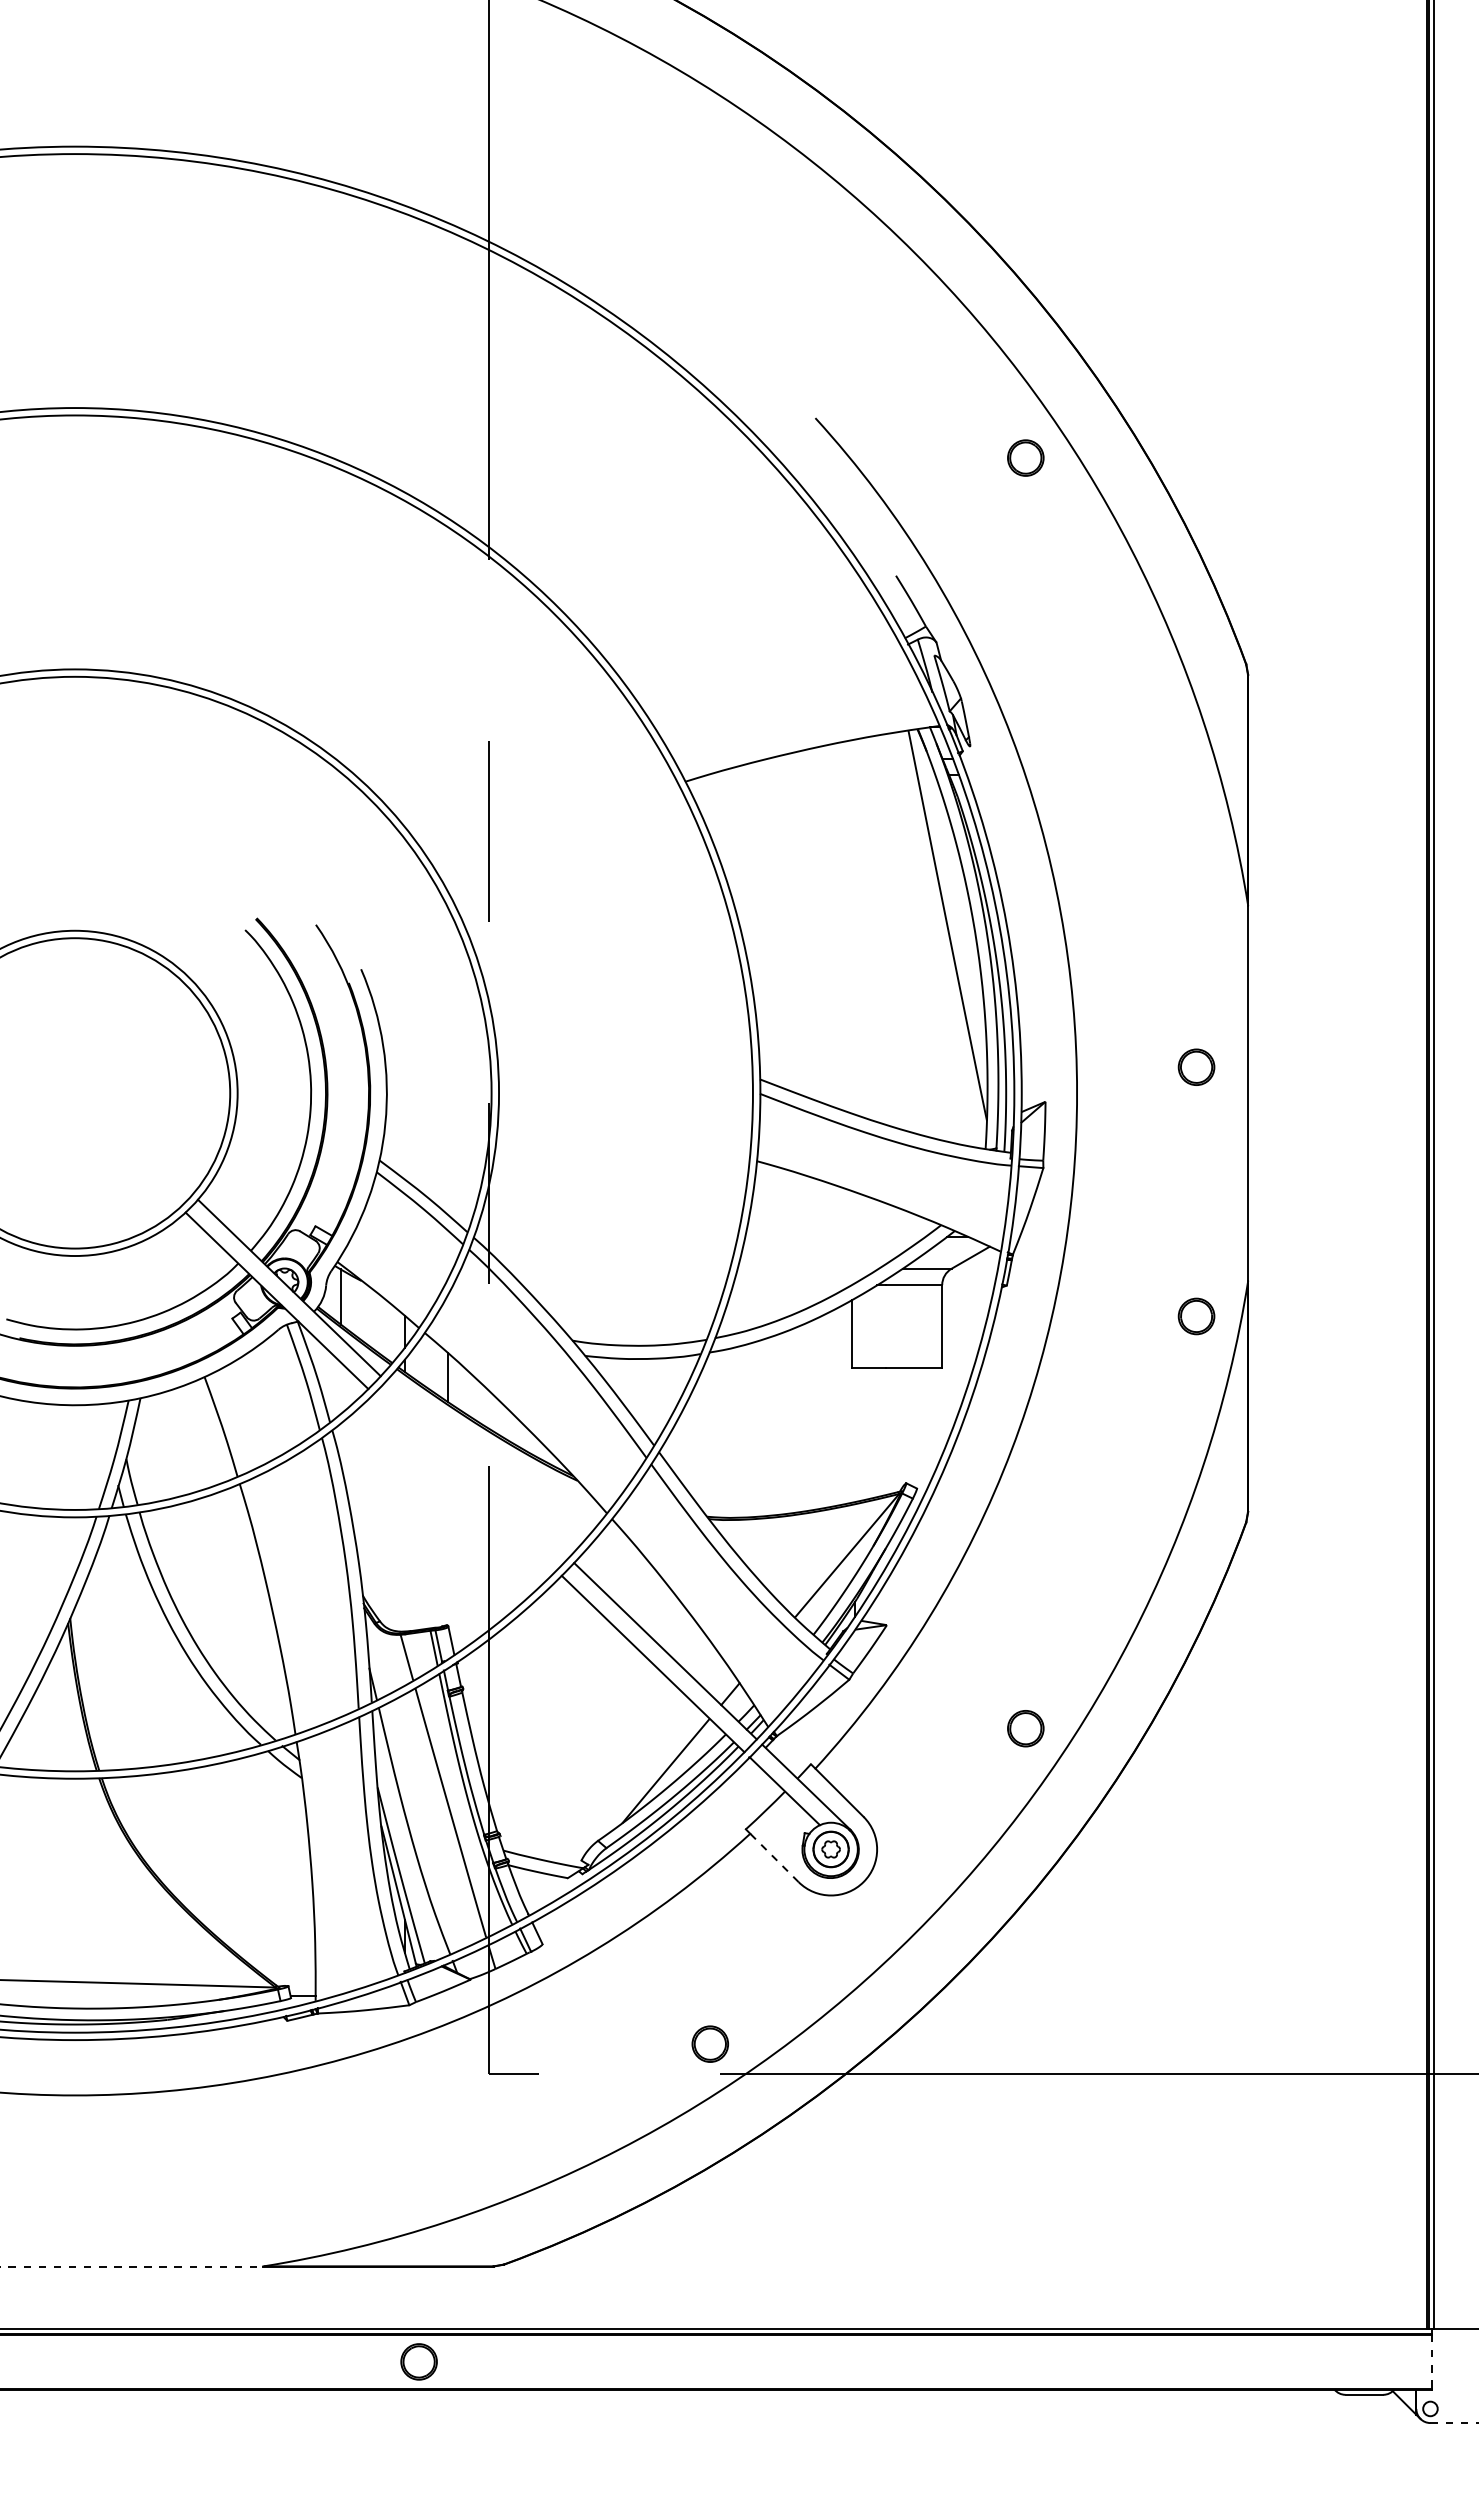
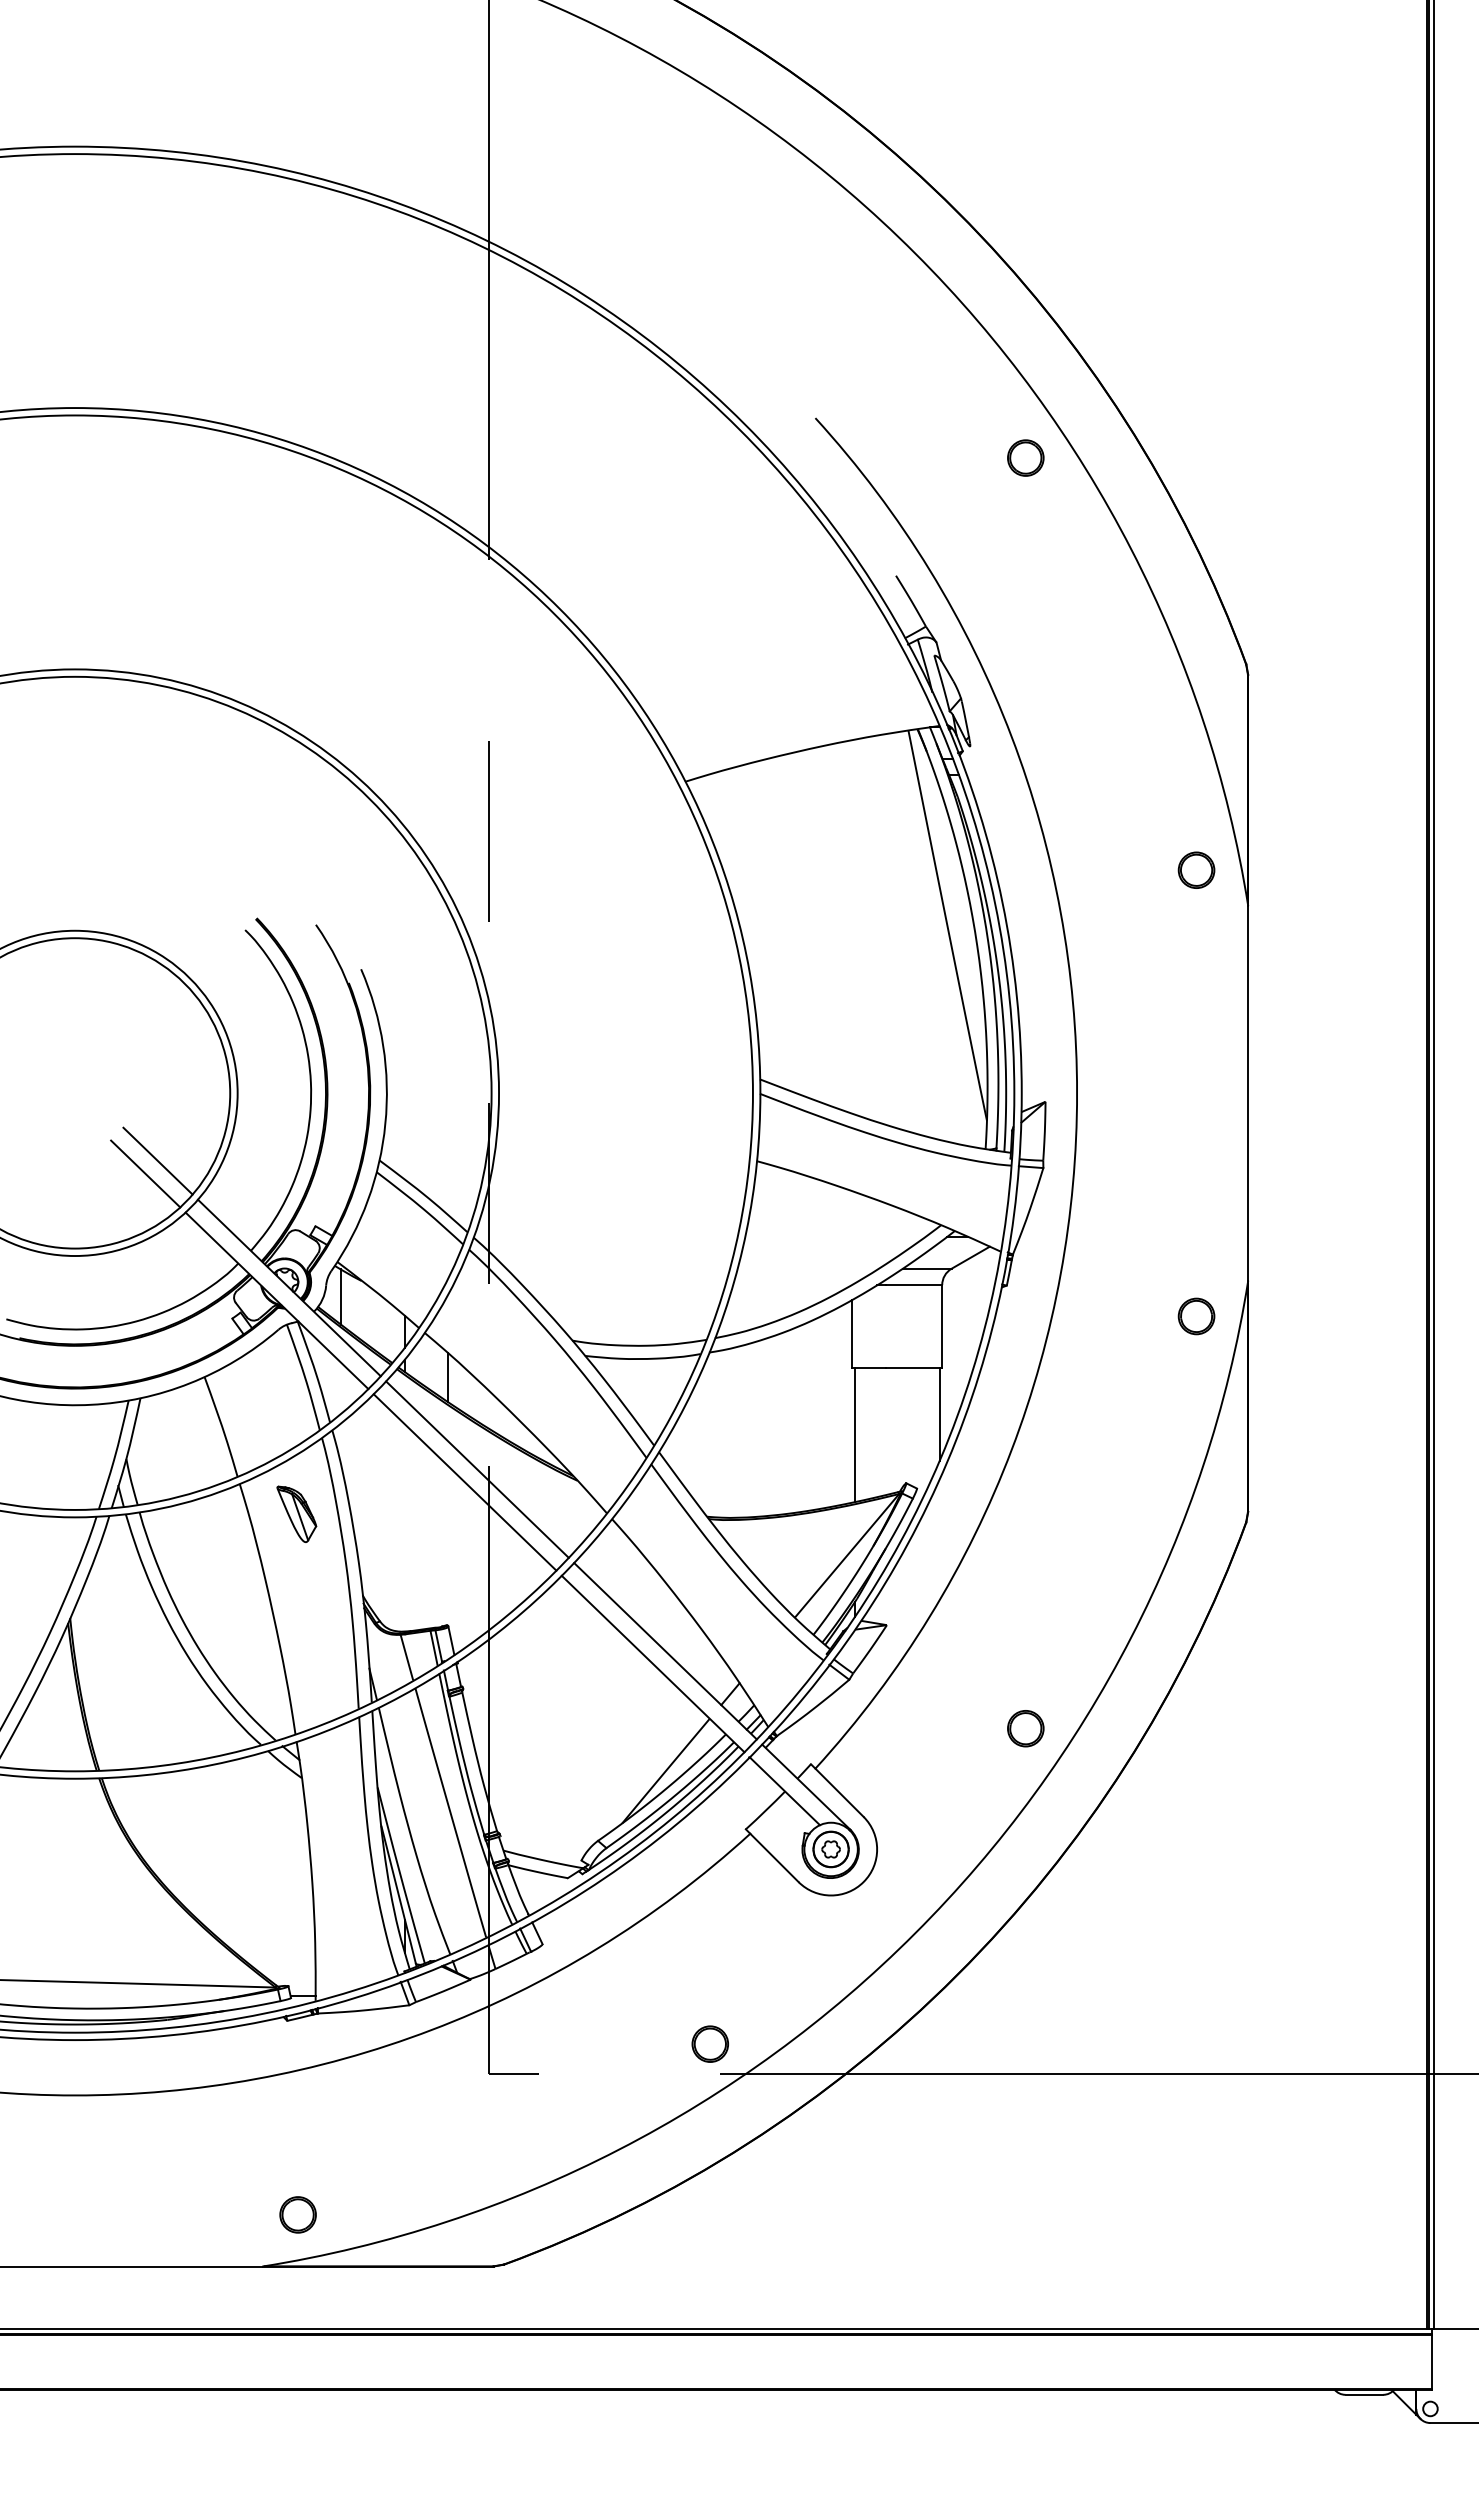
part at (1196, 1066) position: (1196, 1066) -> (1196, 869)
line at (157, 1160): none -> present
line at (145, 1173): none -> present
line at (939, 1413): none -> present
line at (854, 1434): none -> present
line at (477, 1469): none -> present
line at (464, 1482): none -> present
part at (296, 1513): none -> present
line at (774, 1857): dashed -> solid
line at (131, 2266): dashed -> solid
part at (418, 2361) position: (418, 2361) -> (297, 2214)
line at (1431, 2361): dashed -> solid
line at (1454, 2423): dashed -> solid
